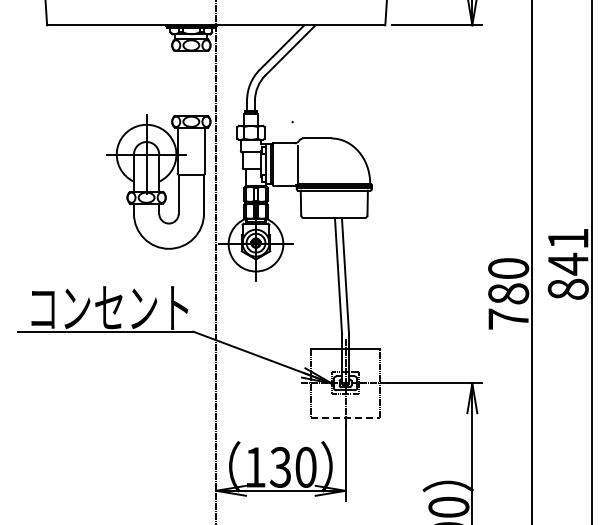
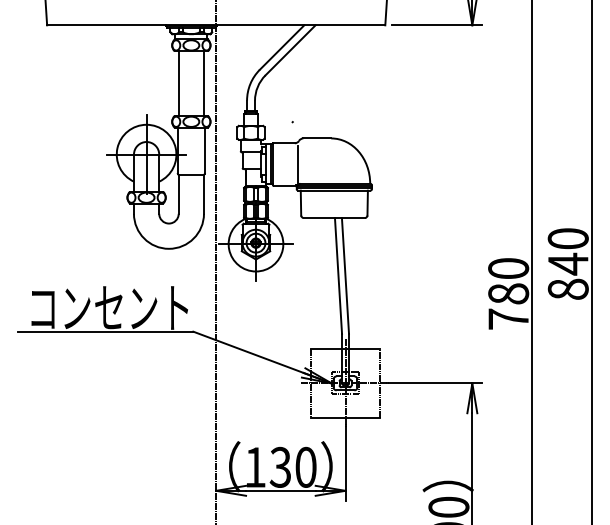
line at (178, 83): none -> present
line at (203, 83): none -> present
text at (567, 238): 841 -> 840
line at (345, 418): dashed -> solid
